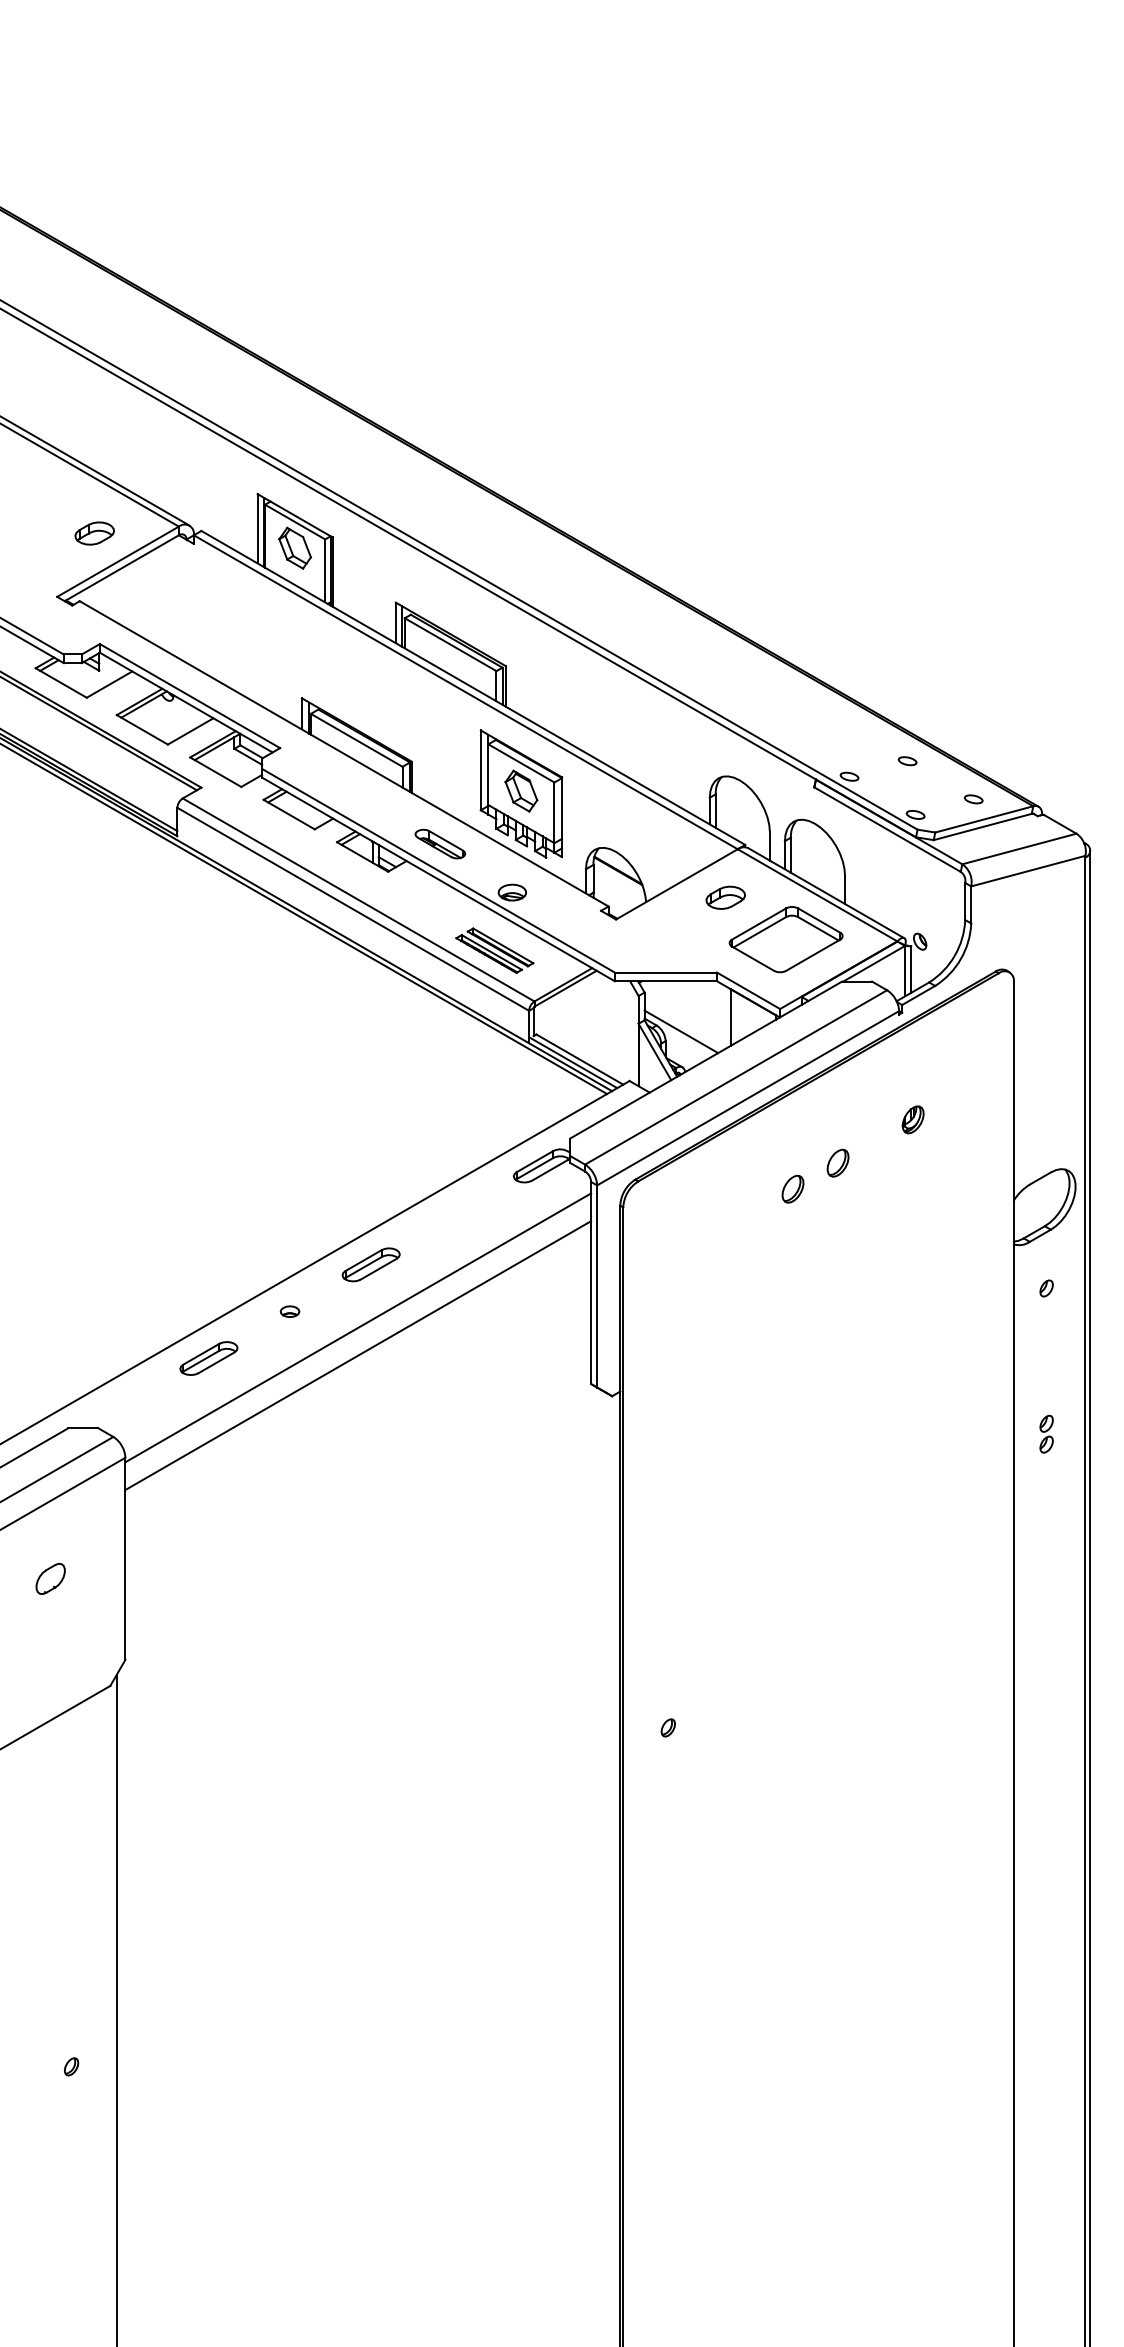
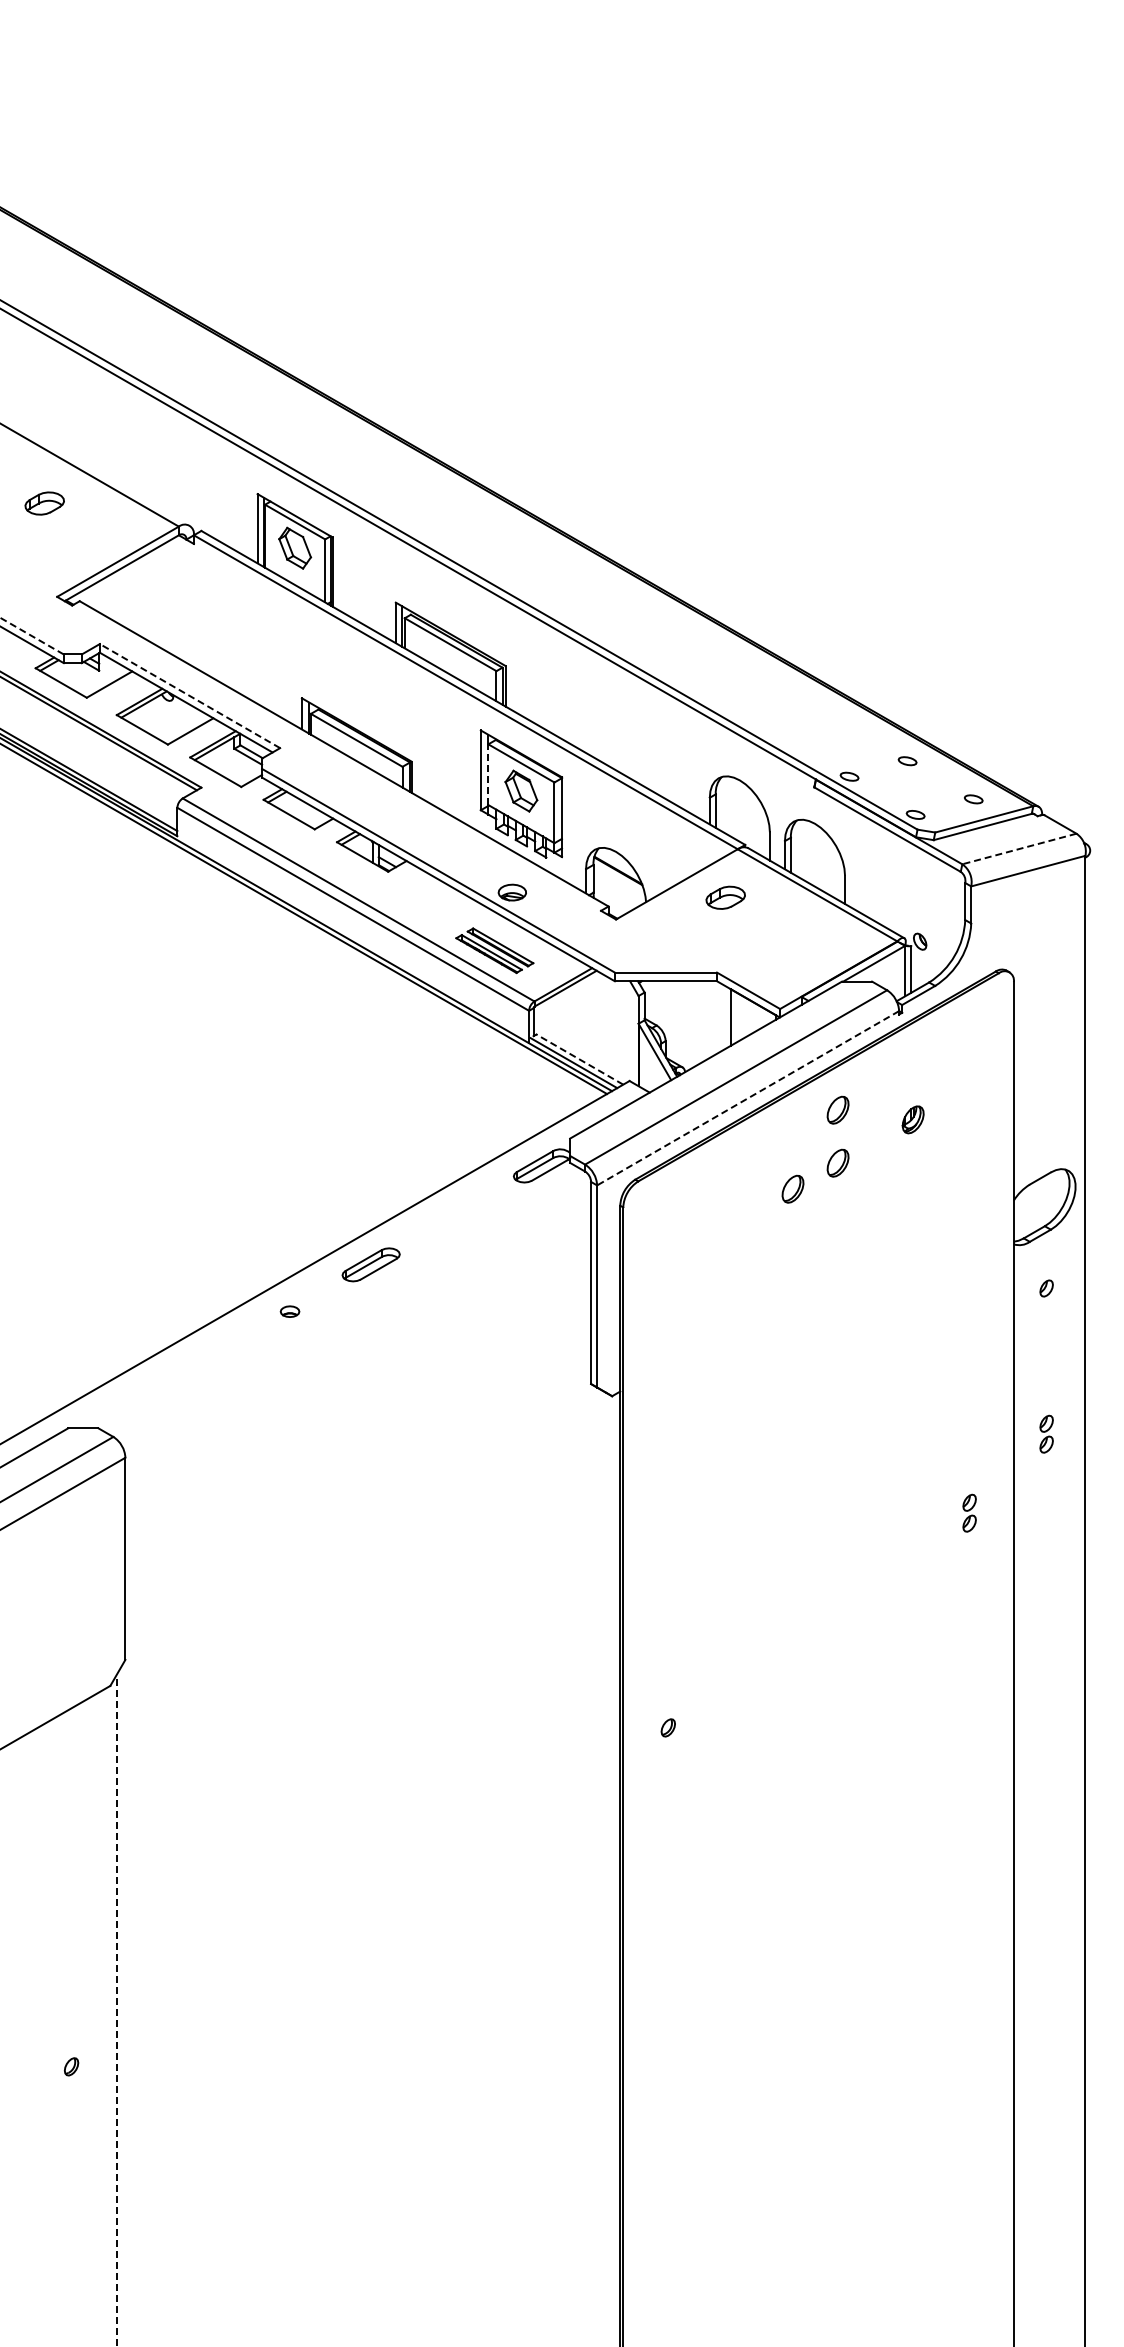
line at (95, 471): present -> none
part at (94, 533) position: (94, 533) -> (44, 503)
line at (31, 635): solid -> dashed
line at (189, 695): solid -> dashed
line at (488, 774): solid -> dashed
part at (440, 843): present -> none
line at (1018, 849): solid -> dashed
part at (785, 939): present -> none
line at (681, 1031): present -> none
line at (579, 1059): solid -> dashed
line at (747, 1098): solid -> dashed
part at (837, 1109): none -> present
line at (358, 1327): present -> none
line at (358, 1355): present -> none
part at (208, 1358): present -> none
part at (969, 1512): none -> present
part at (50, 1578): present -> none
line at (1090, 1596): present -> none
line at (116, 2010): solid -> dashed
